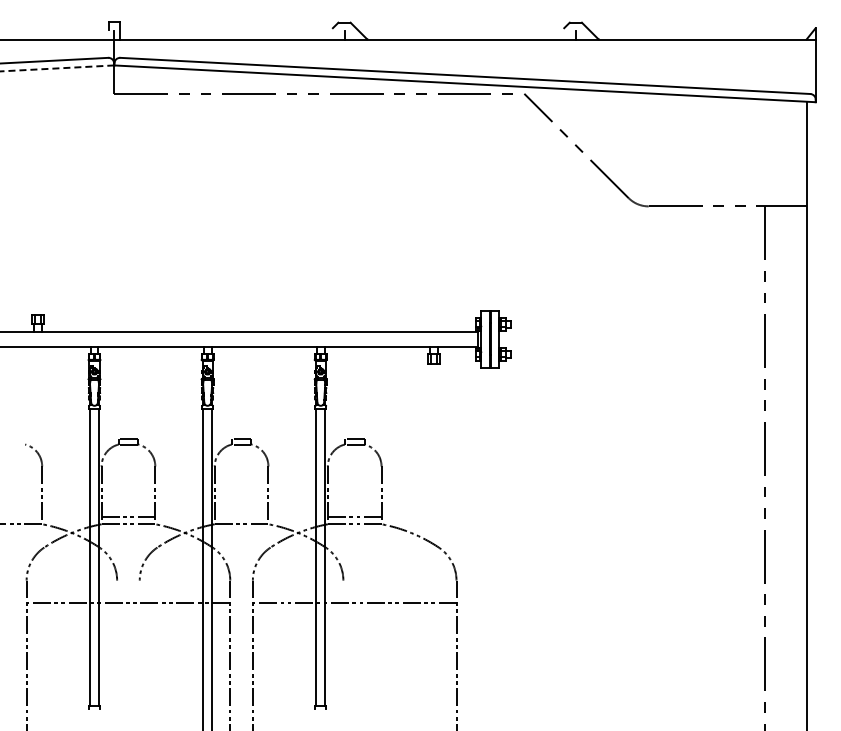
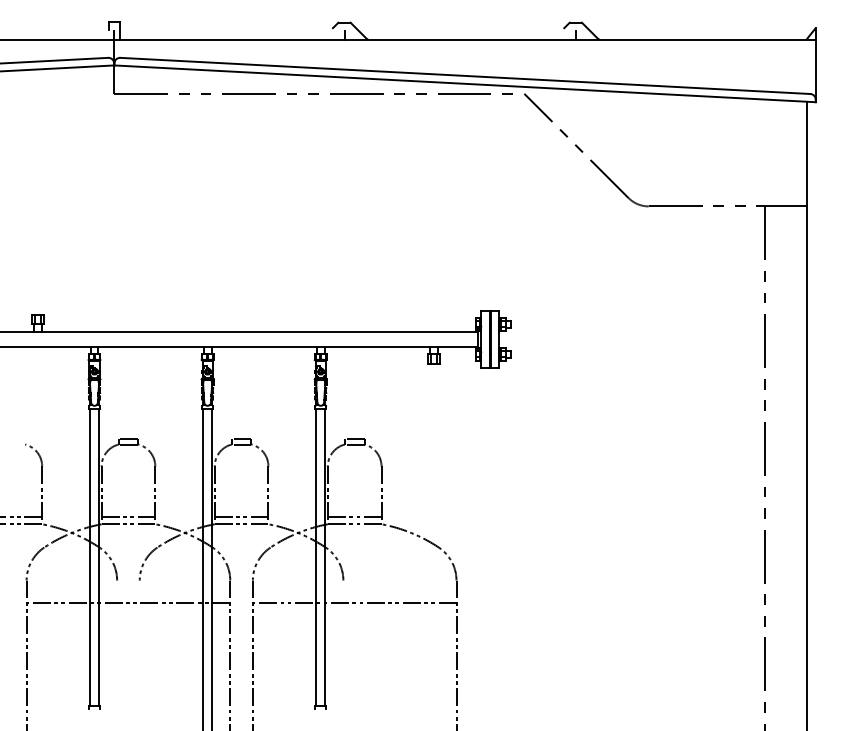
line at (57, 68): dashed -> solid
line at (22, 517): none -> present
line at (241, 517): none -> present
